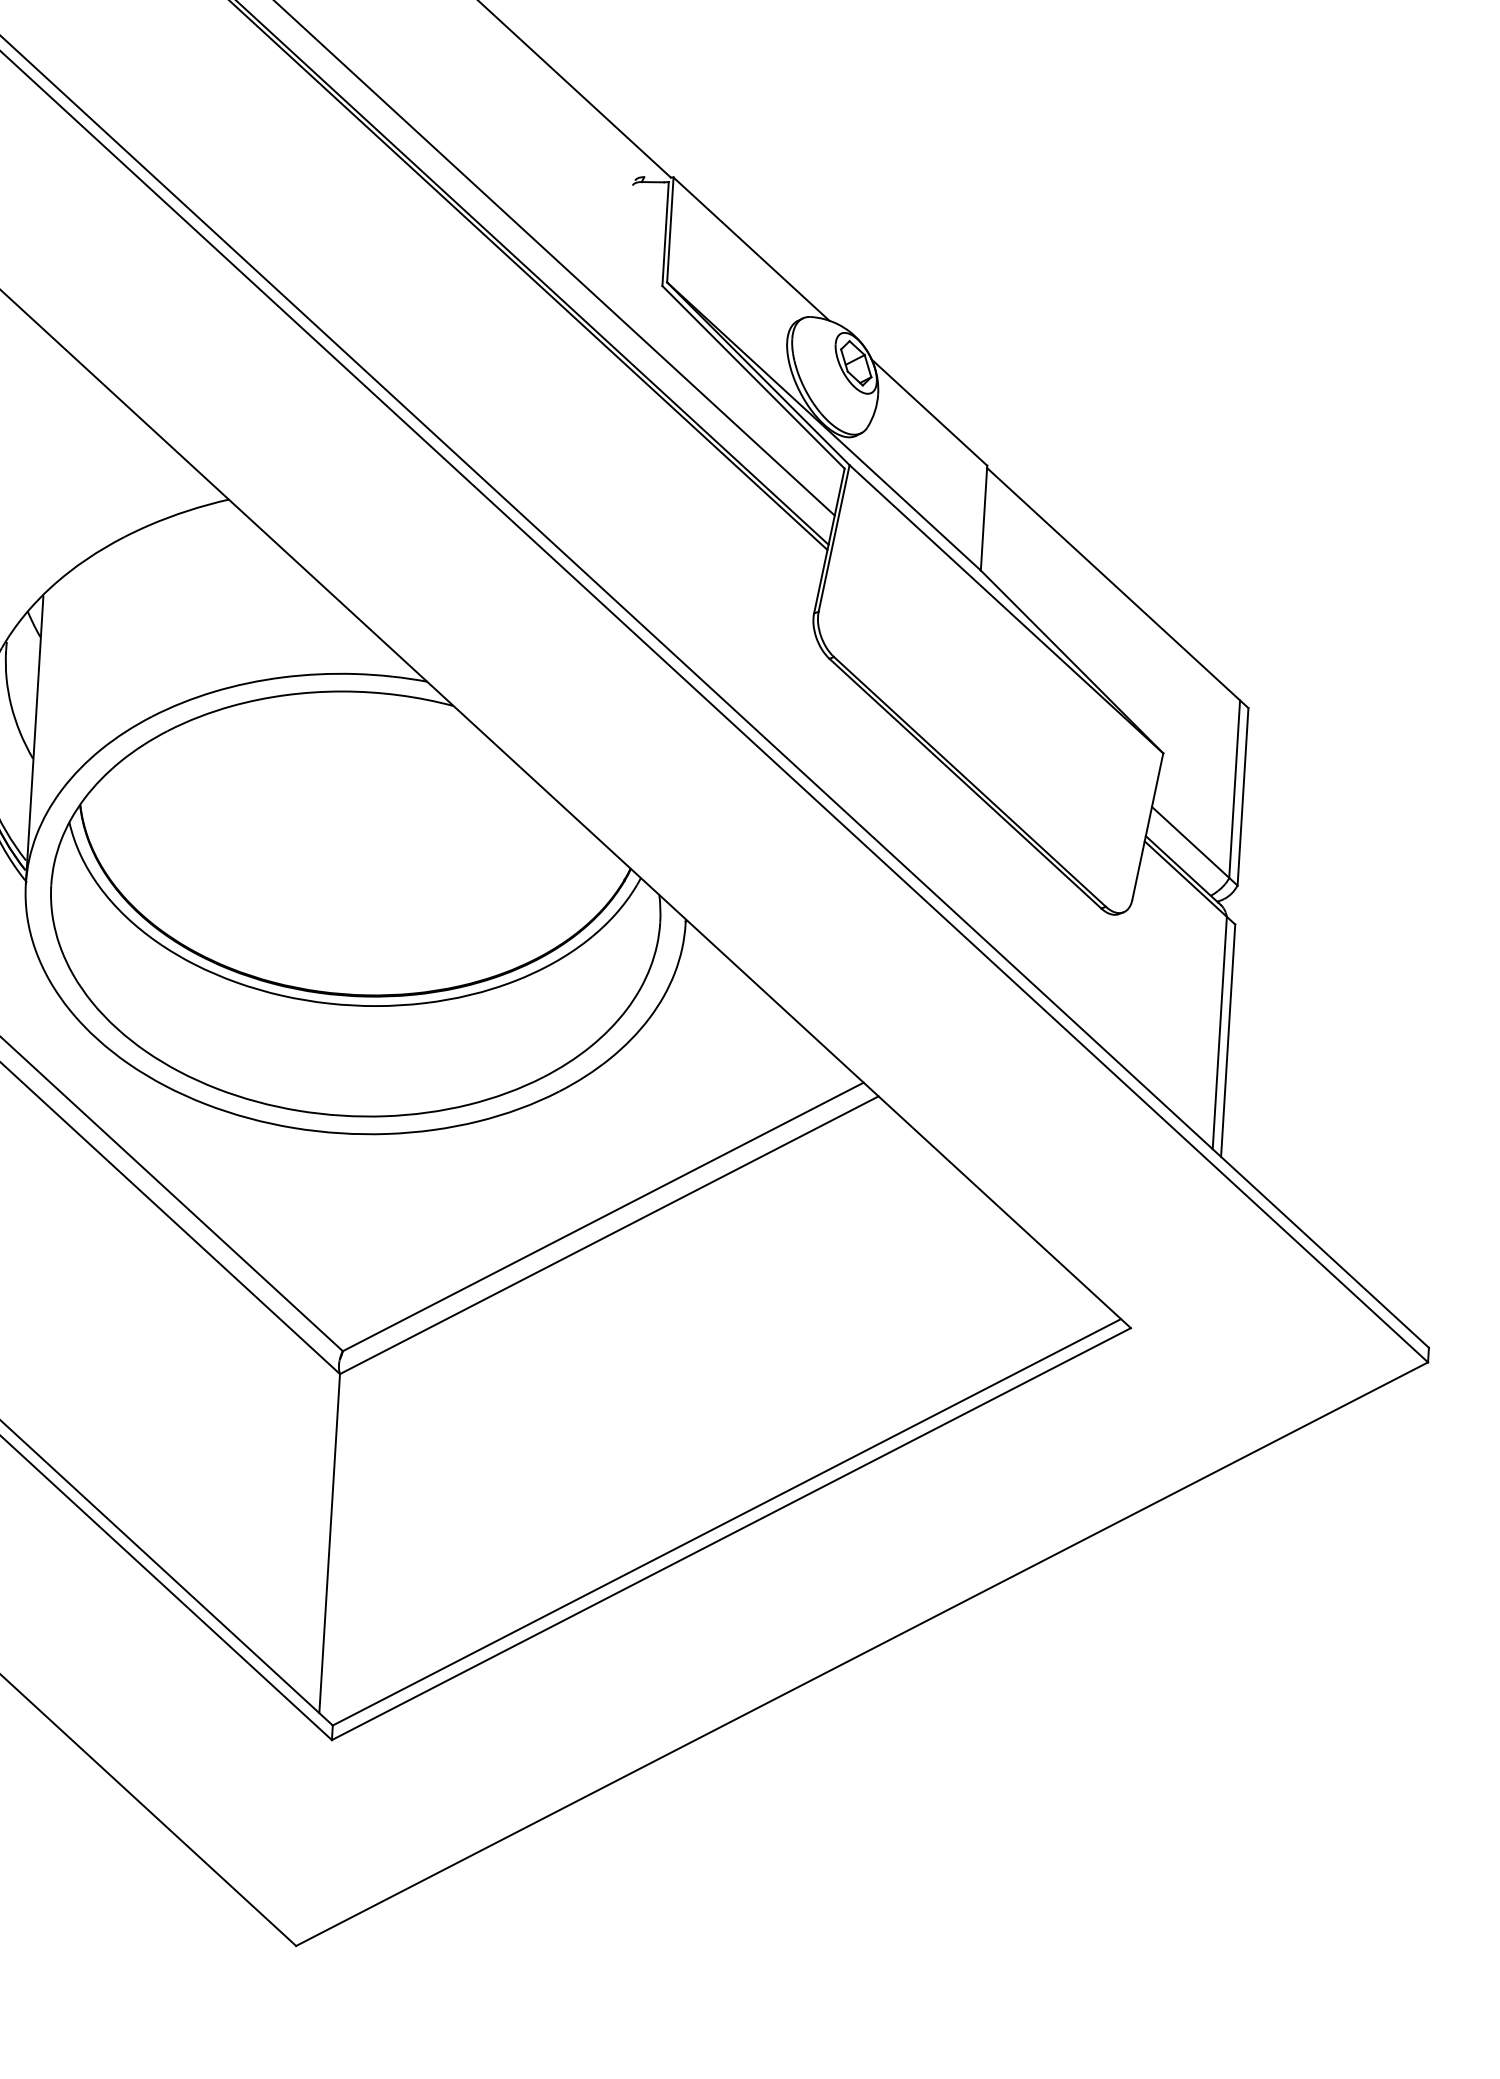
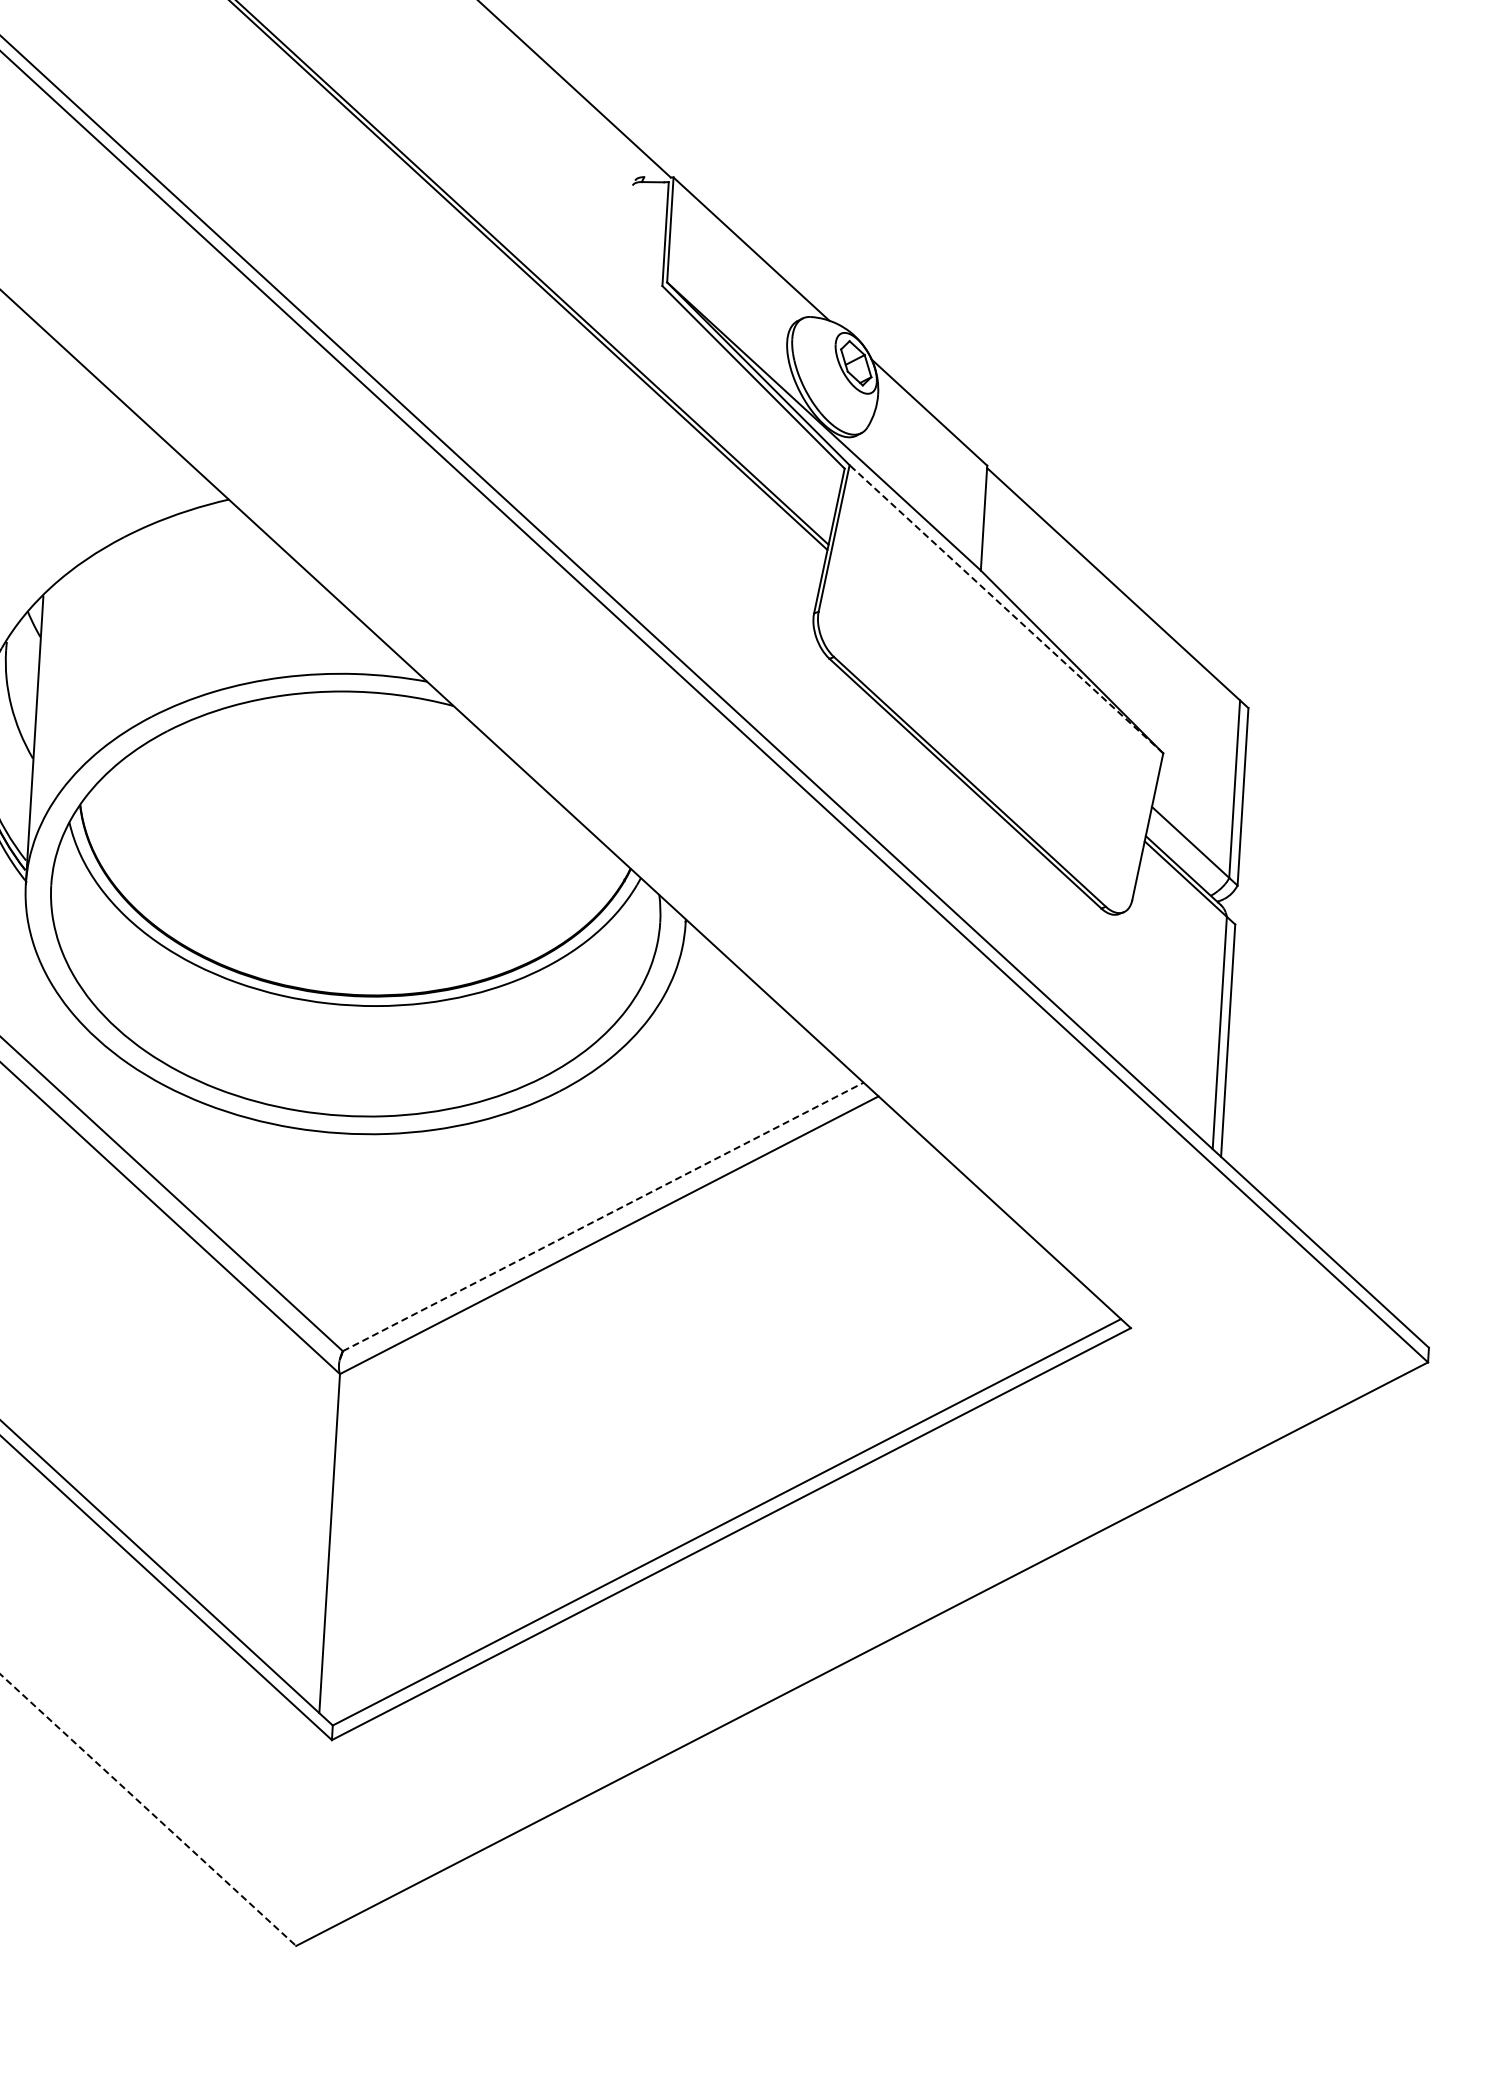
line at (554, 258): present -> none
line at (1006, 609): solid -> dashed
line at (603, 1216): solid -> dashed
line at (148, 1810): solid -> dashed
